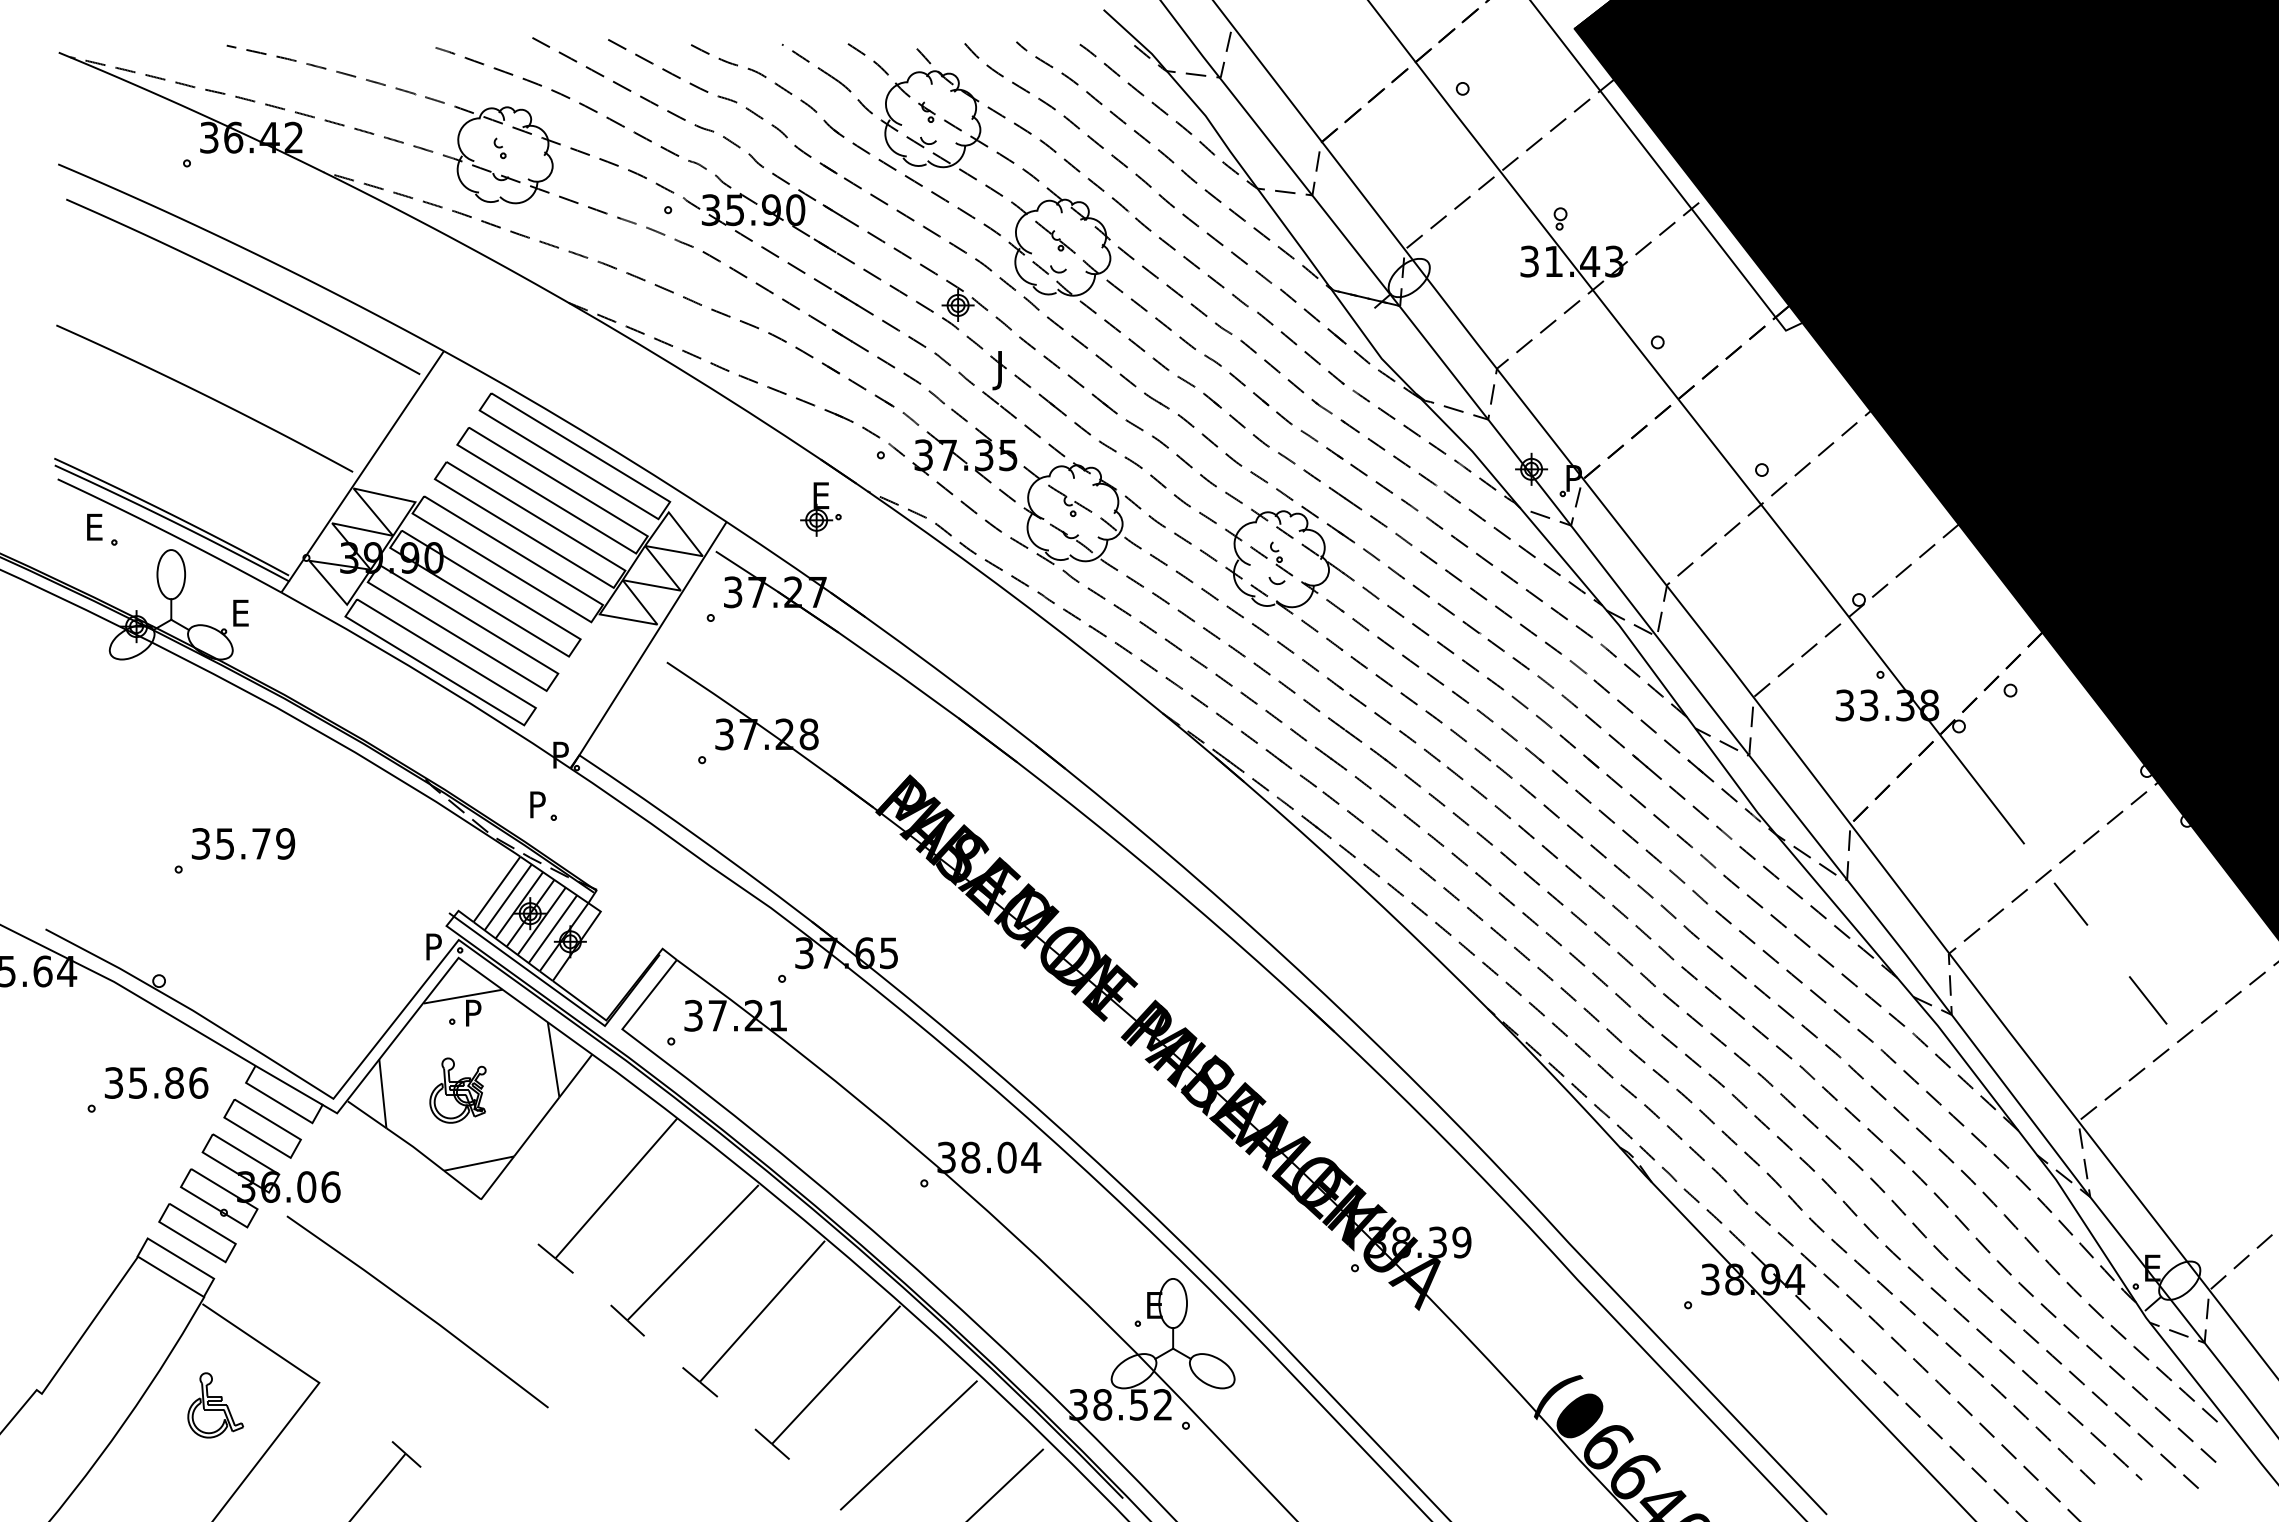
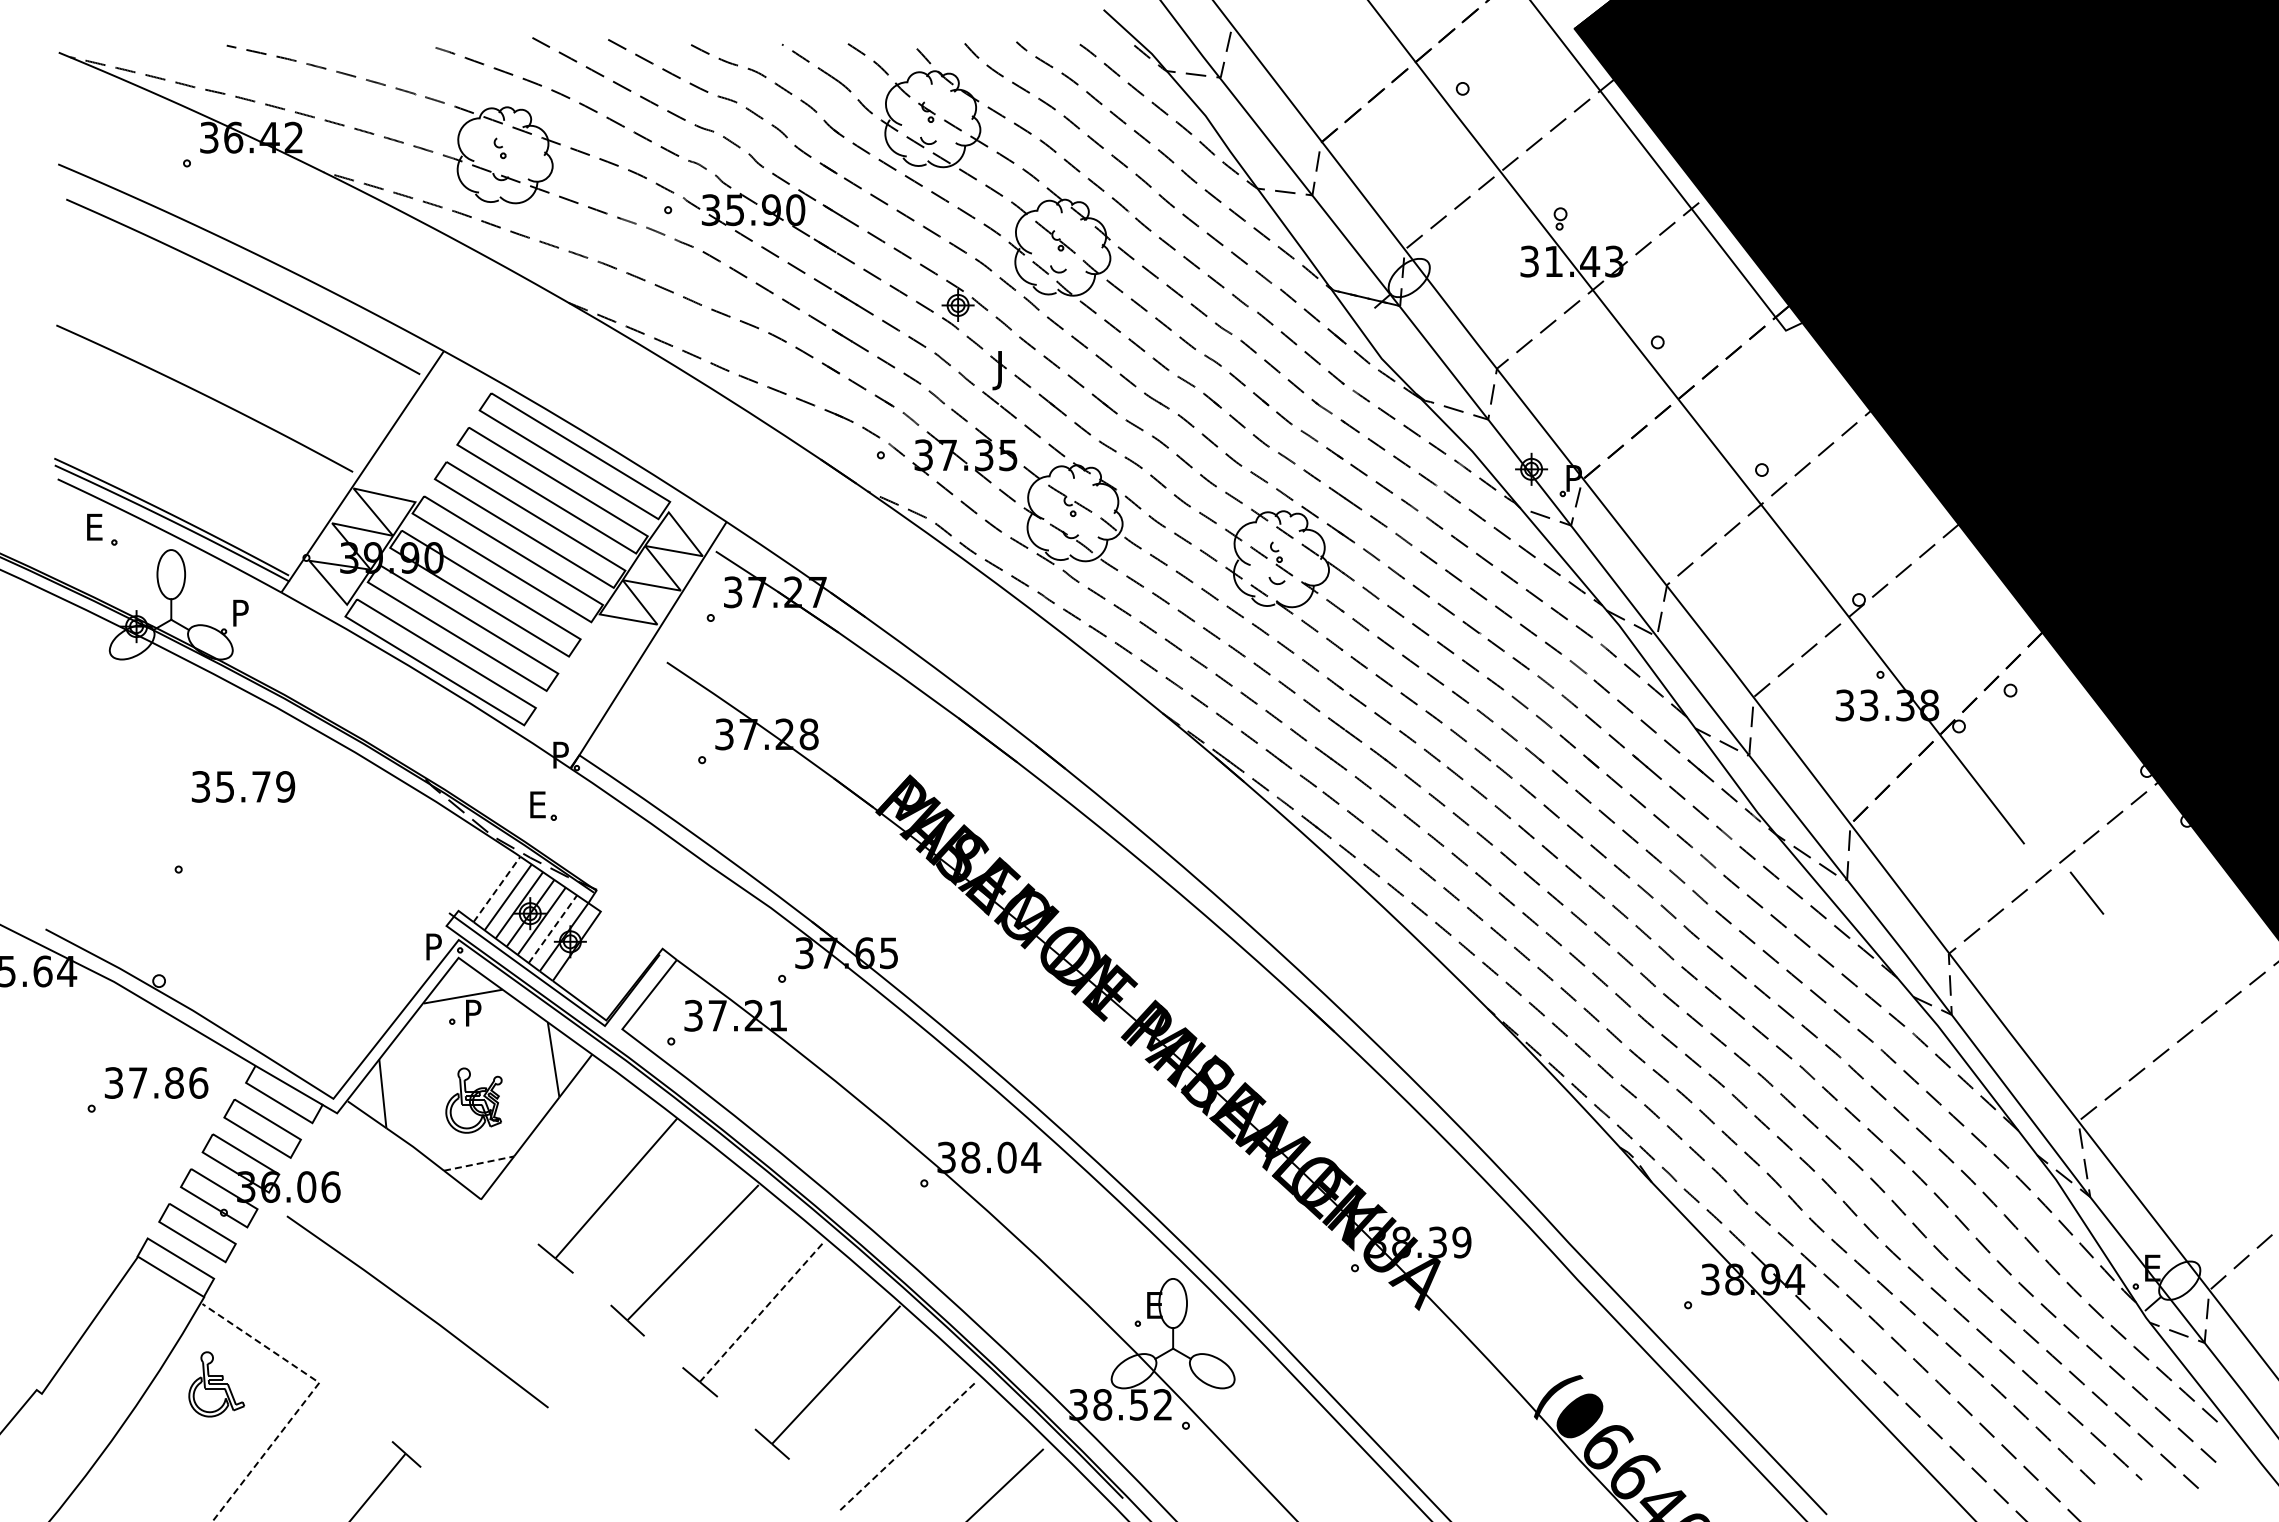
part at (820, 509): present -> none
text at (242, 612): E -> P
text at (539, 804): P -> E
text at (243, 843) position: (243, 843) -> (243, 786)
line at (497, 889): solid -> dashed
line at (2070, 903) position: (2070, 903) -> (2086, 892)
line at (552, 929): solid -> dashed
line at (2148, 1000): present -> none
text at (138, 1082): 35.86 -> 37.86
part at (457, 1090) position: (457, 1090) -> (473, 1100)
line at (479, 1163): solid -> dashed
line at (762, 1311): solid -> dashed
line at (309, 1395): solid -> dashed
part at (215, 1405) position: (215, 1405) -> (216, 1384)
line at (909, 1445): solid -> dashed
